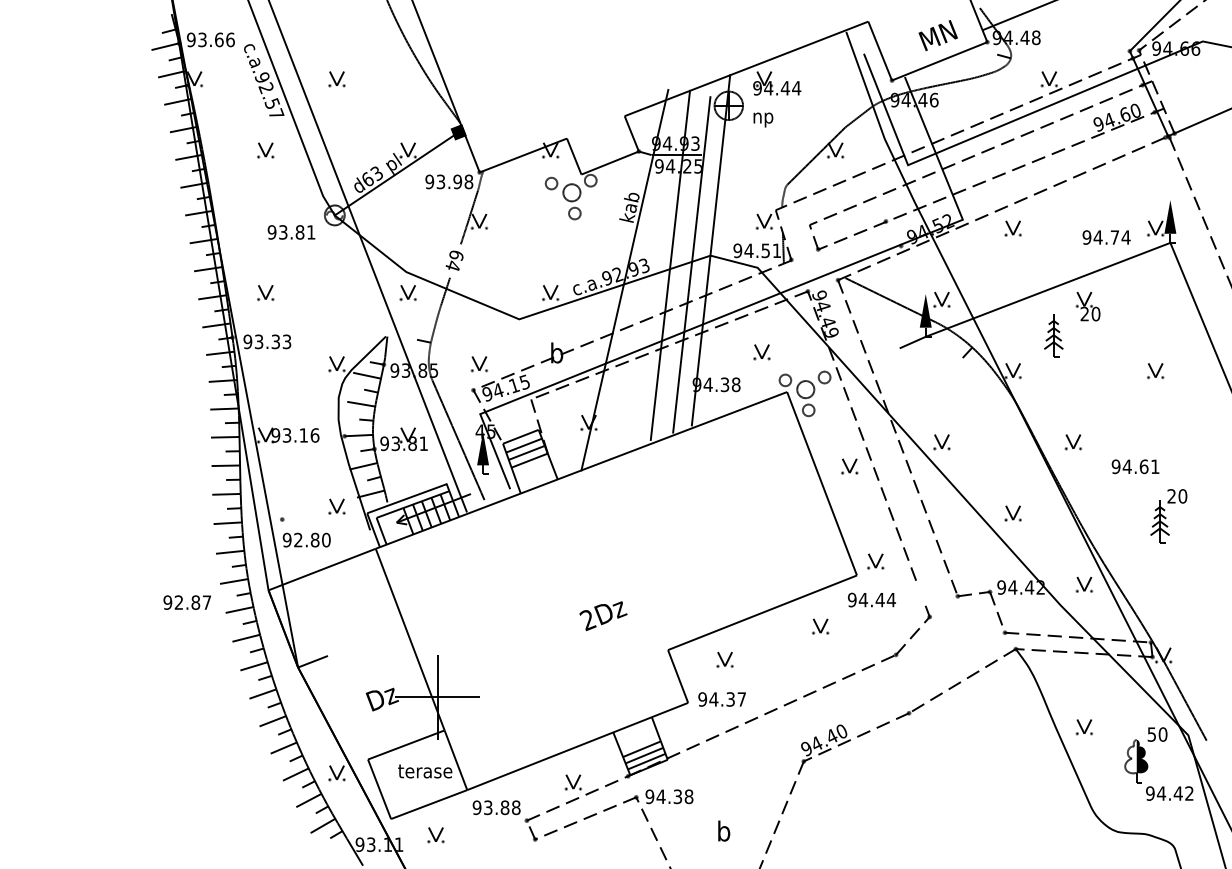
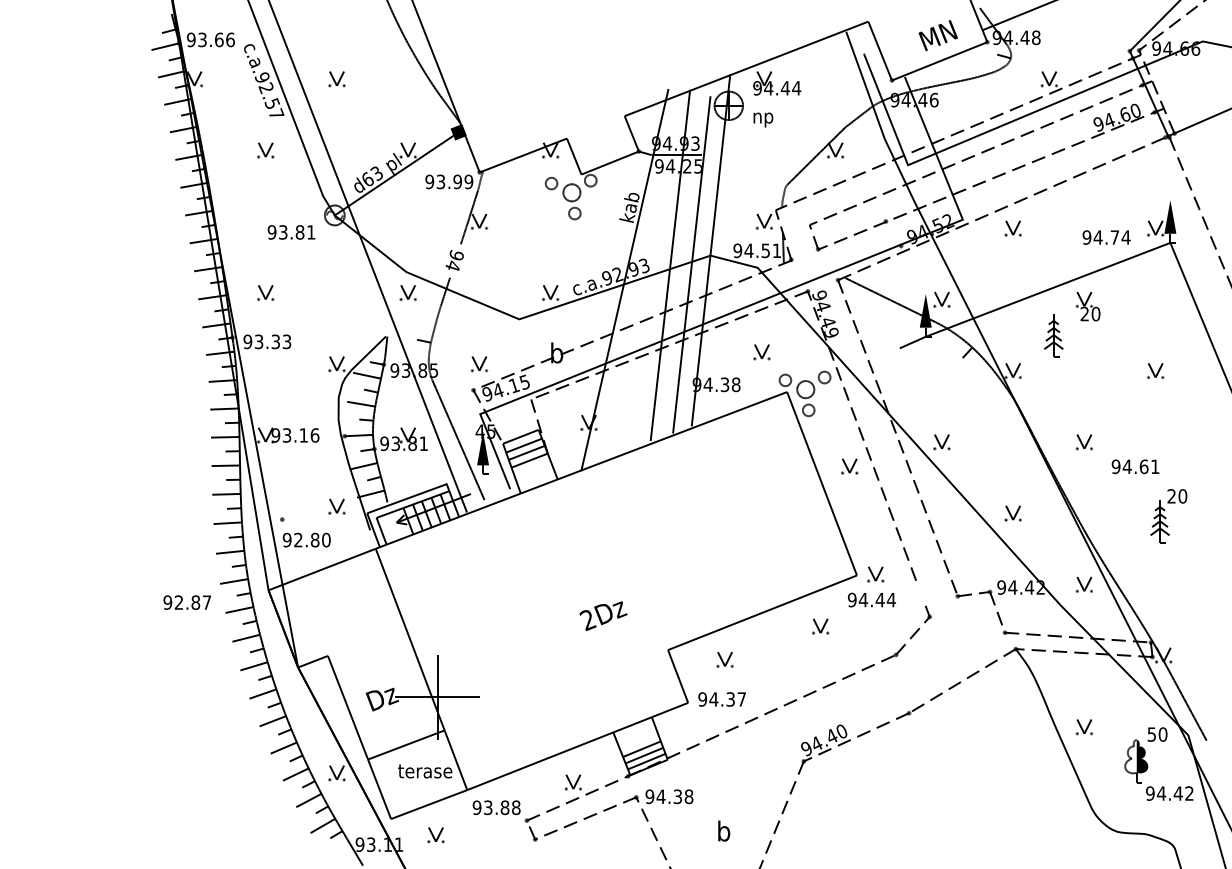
text at (468, 181): 93.98 -> 93.99
text at (456, 255): 64 -> 94
part at (1072, 442) position: (1072, 442) -> (1083, 442)
part at (875, 561) position: (875, 561) -> (875, 574)
line at (347, 707): none -> present
